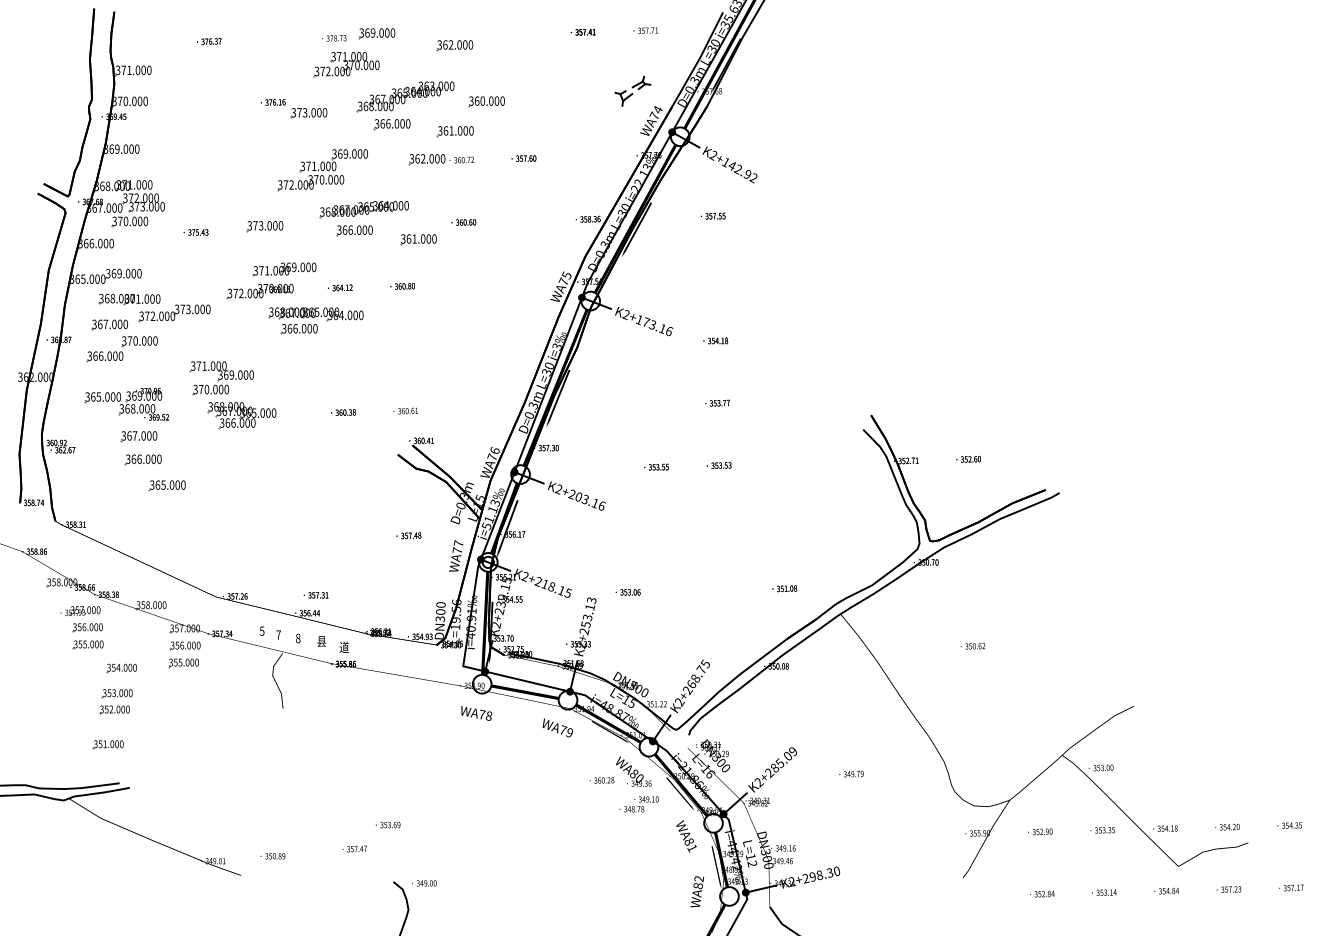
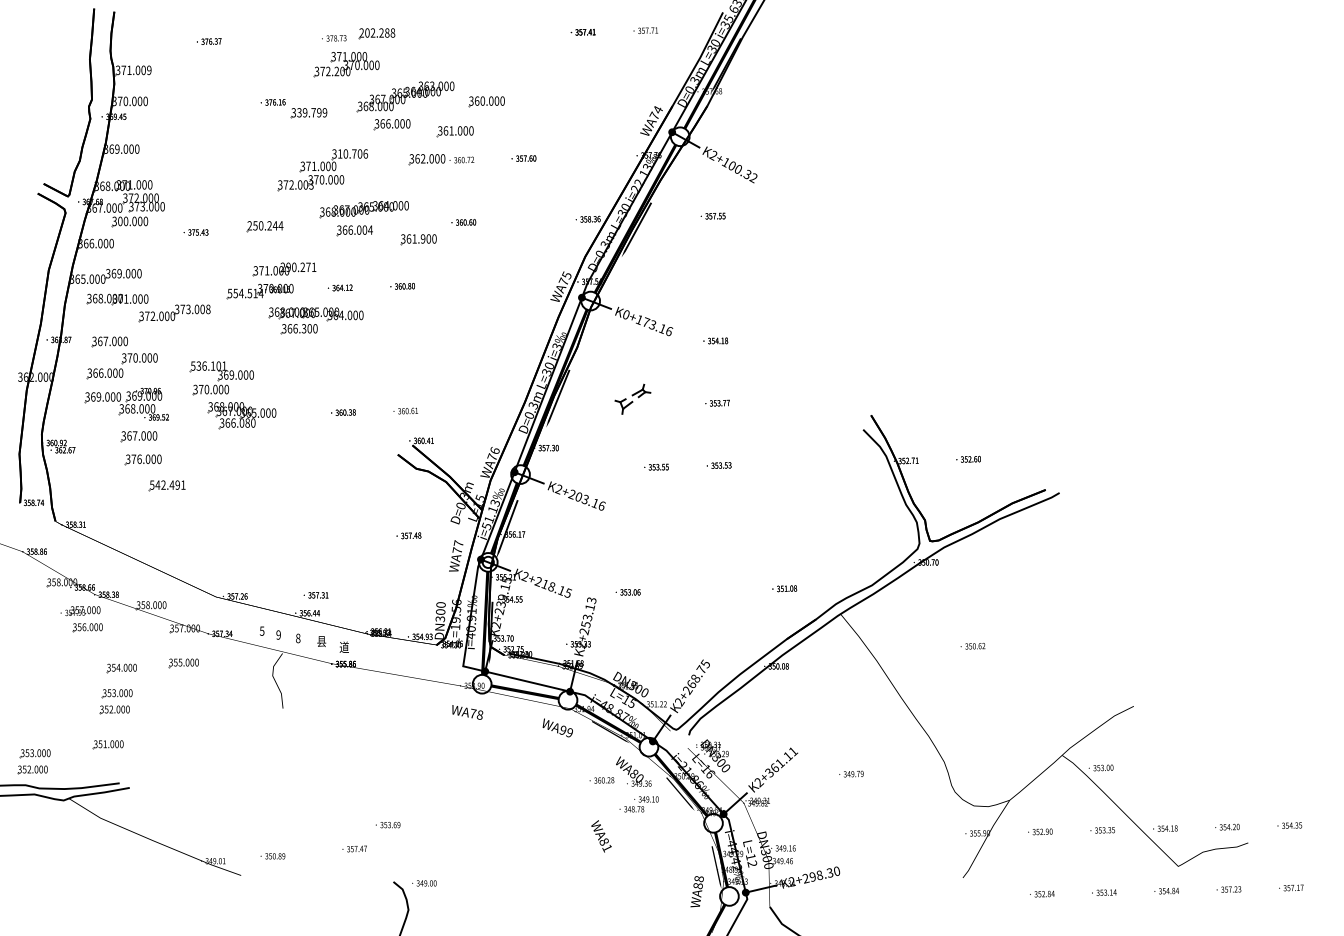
text at (377, 32): 369.000 -> 202.288
part at (454, 45): present -> none
text at (149, 70): 371.000 -> 371.009
text at (336, 71): 372.000 -> 372.200
part at (632, 90) position: (632, 90) -> (632, 398)
text at (312, 112): 373.000 -> 339.799
text at (353, 153): 369.000 -> 310.706
text at (739, 170): K2+142.92 -> K2+100.32
text at (311, 184): 372.000 -> 372.003
text at (120, 221): 370.000 -> 300.000
text at (265, 225): 373.000 -> 250.244
text at (370, 229): 366.000 -> 366.004
text at (422, 238): 361.000 -> 361.900
text at (298, 267): 369.000 -> 290.271
text at (245, 293): 372.000 -> 554.514
part at (129, 299) position: (129, 299) -> (117, 299)
text at (208, 309): 373.000 -> 373.008
text at (625, 314): K2+173.16 -> K0+173.16
text at (303, 328): 366.000 -> 366.300
part at (121, 340) position: (121, 340) -> (121, 357)
text at (208, 365): 371.000 -> 536.101
text at (98, 396): 365.000 -> 369.000
text at (247, 423): 366.000 -> 366.080
text at (133, 458): 366.000 -> 376.000
text at (167, 484): 365.000 -> 542.491
text at (278, 634): 7 -> 9
part at (87, 644): present -> none
part at (184, 645): present -> none
text at (476, 713) position: (476, 713) -> (467, 712)
text at (563, 729): WA79 -> WA99
part at (33, 761): none -> present
text at (781, 762): K2+285.09 -> K2+361.11
text at (686, 836) position: (686, 836) -> (601, 836)
text at (699, 879): WA82 -> WA88
